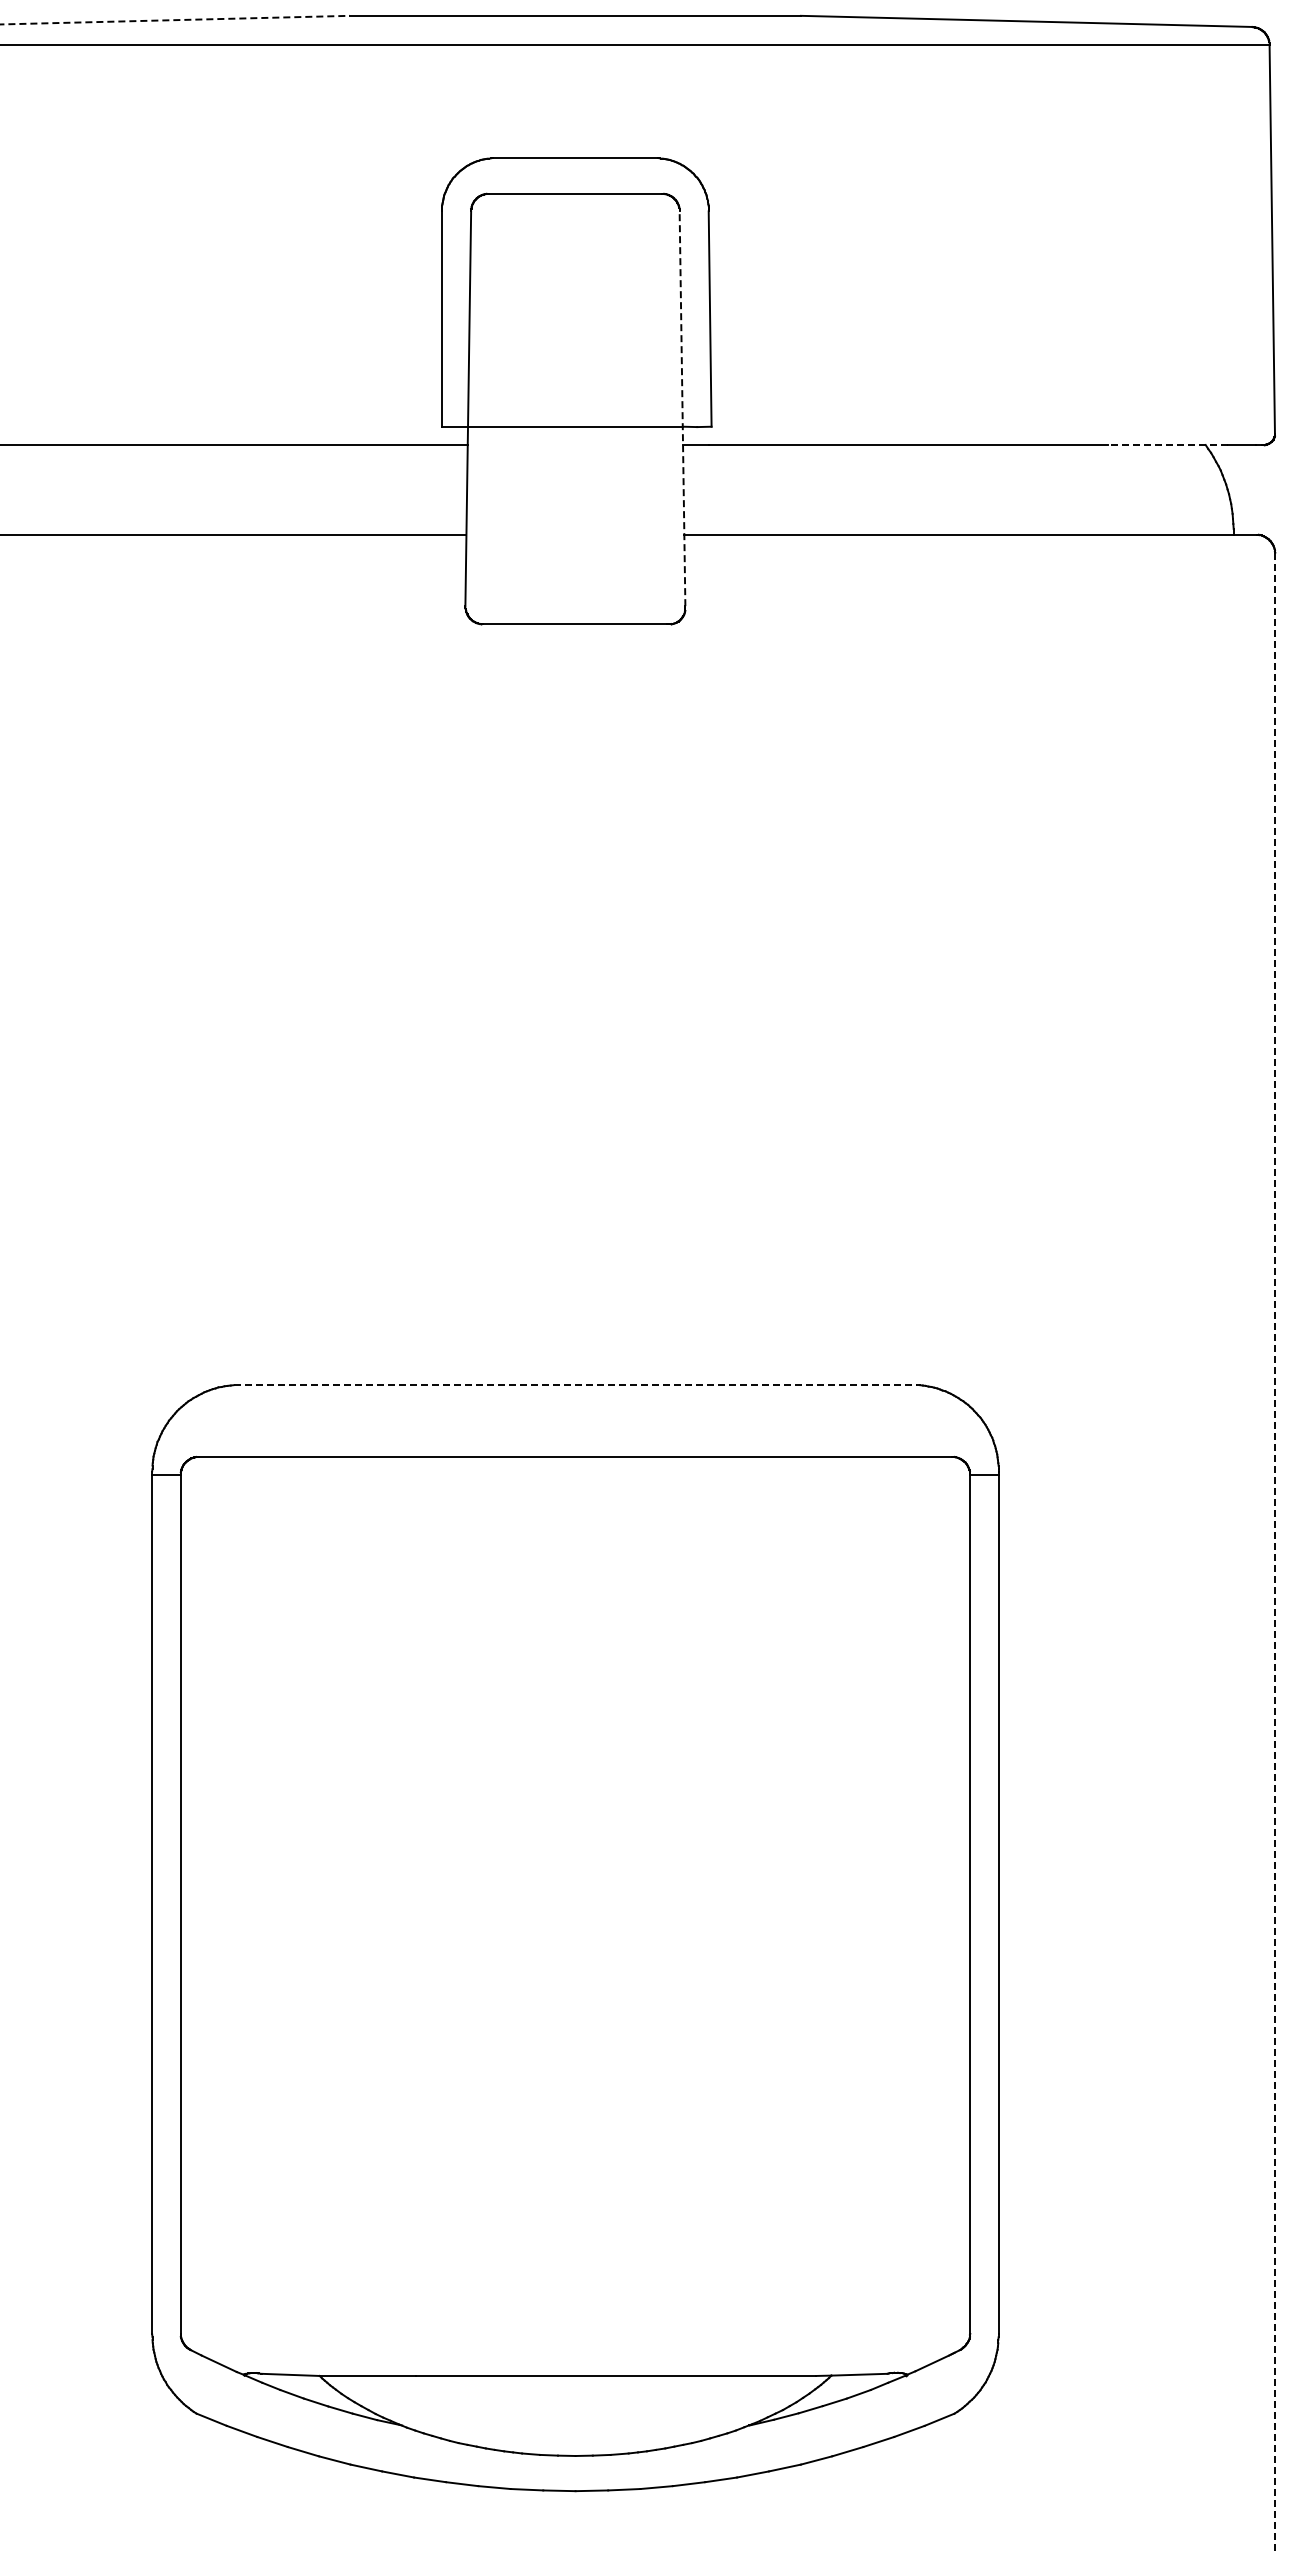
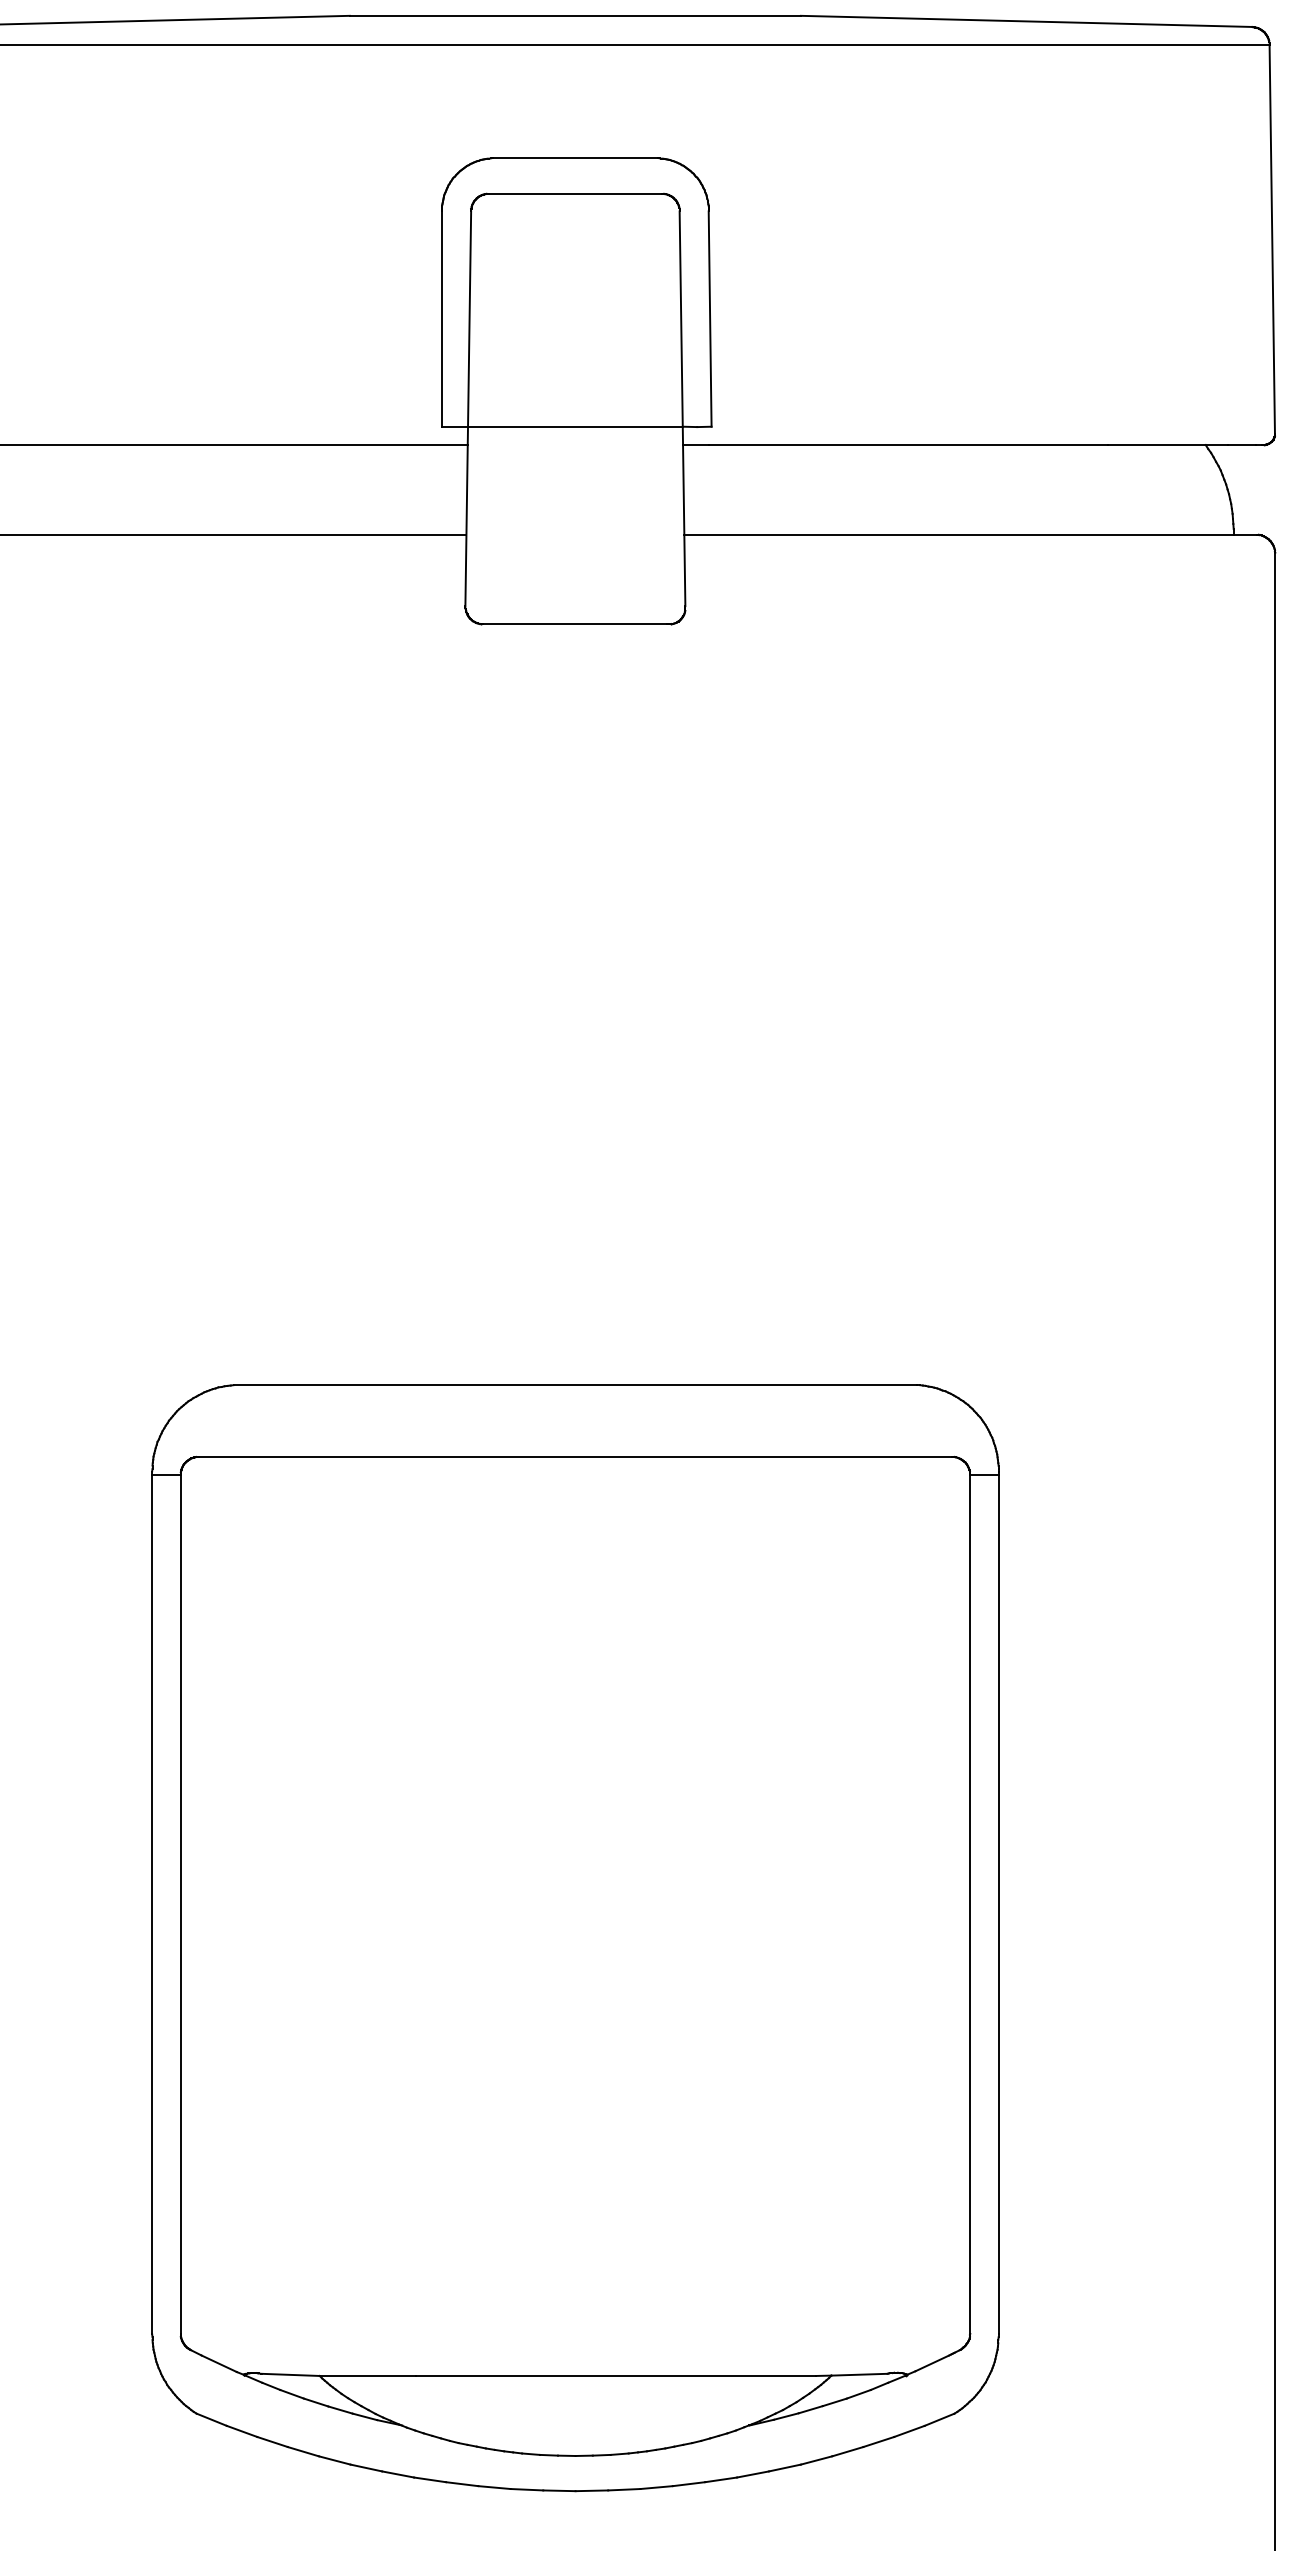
line at (175, 20): dashed -> solid
line at (682, 408): dashed -> solid
line at (1167, 445): dashed -> solid
line at (575, 1385): dashed -> solid
line at (1275, 1551): dashed -> solid
